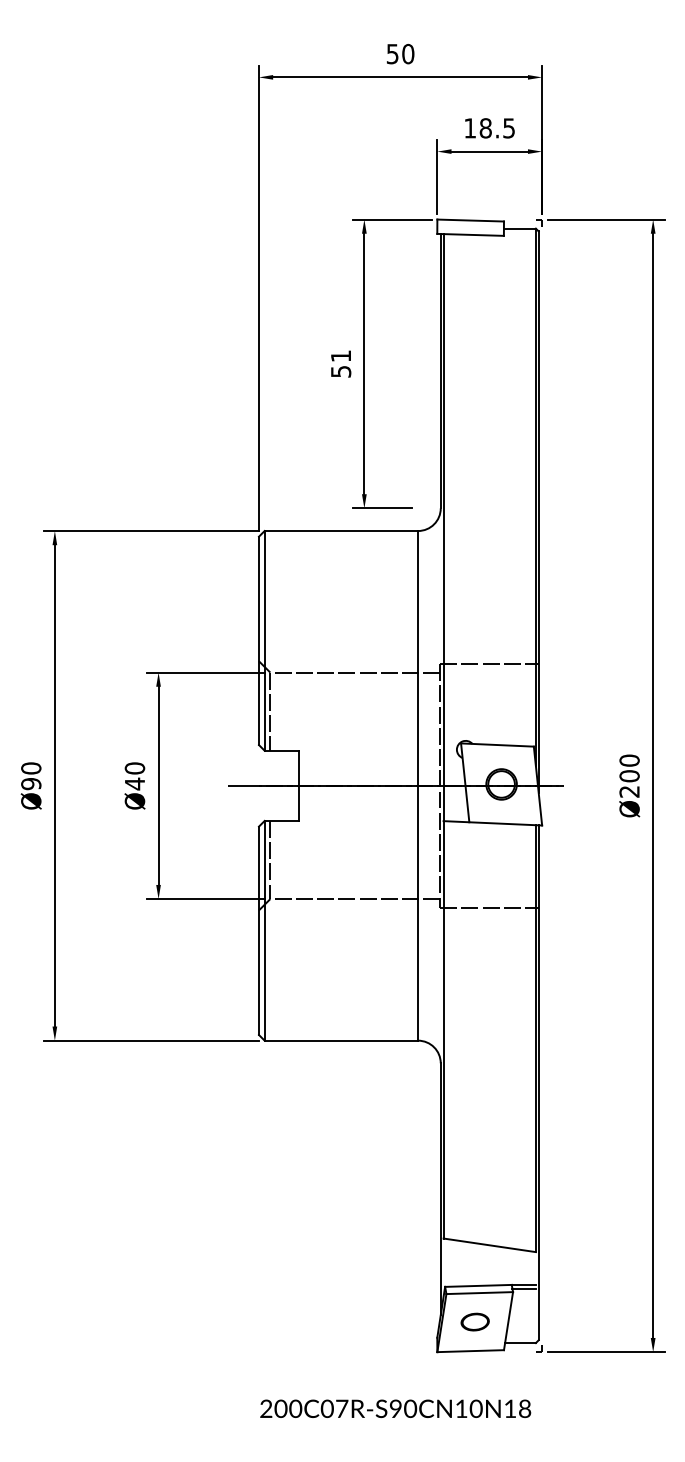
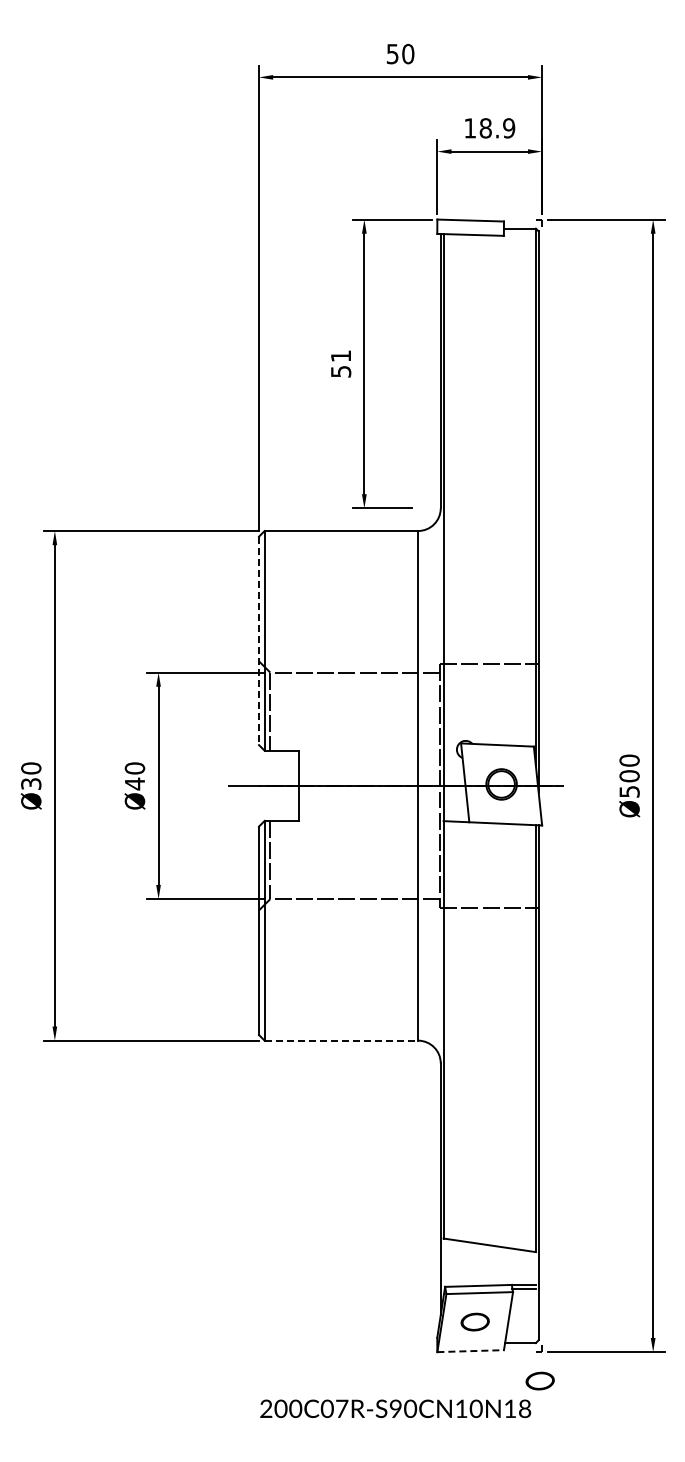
text at (509, 128): 18.5 -> 18.9
line at (259, 641): solid -> dashed
text at (31, 784): Ø90 -> Ø30
text at (629, 791): Ø200 -> Ø500
line at (341, 1040): solid -> dashed
line at (471, 1351): solid -> dashed
part at (539, 1380): none -> present
